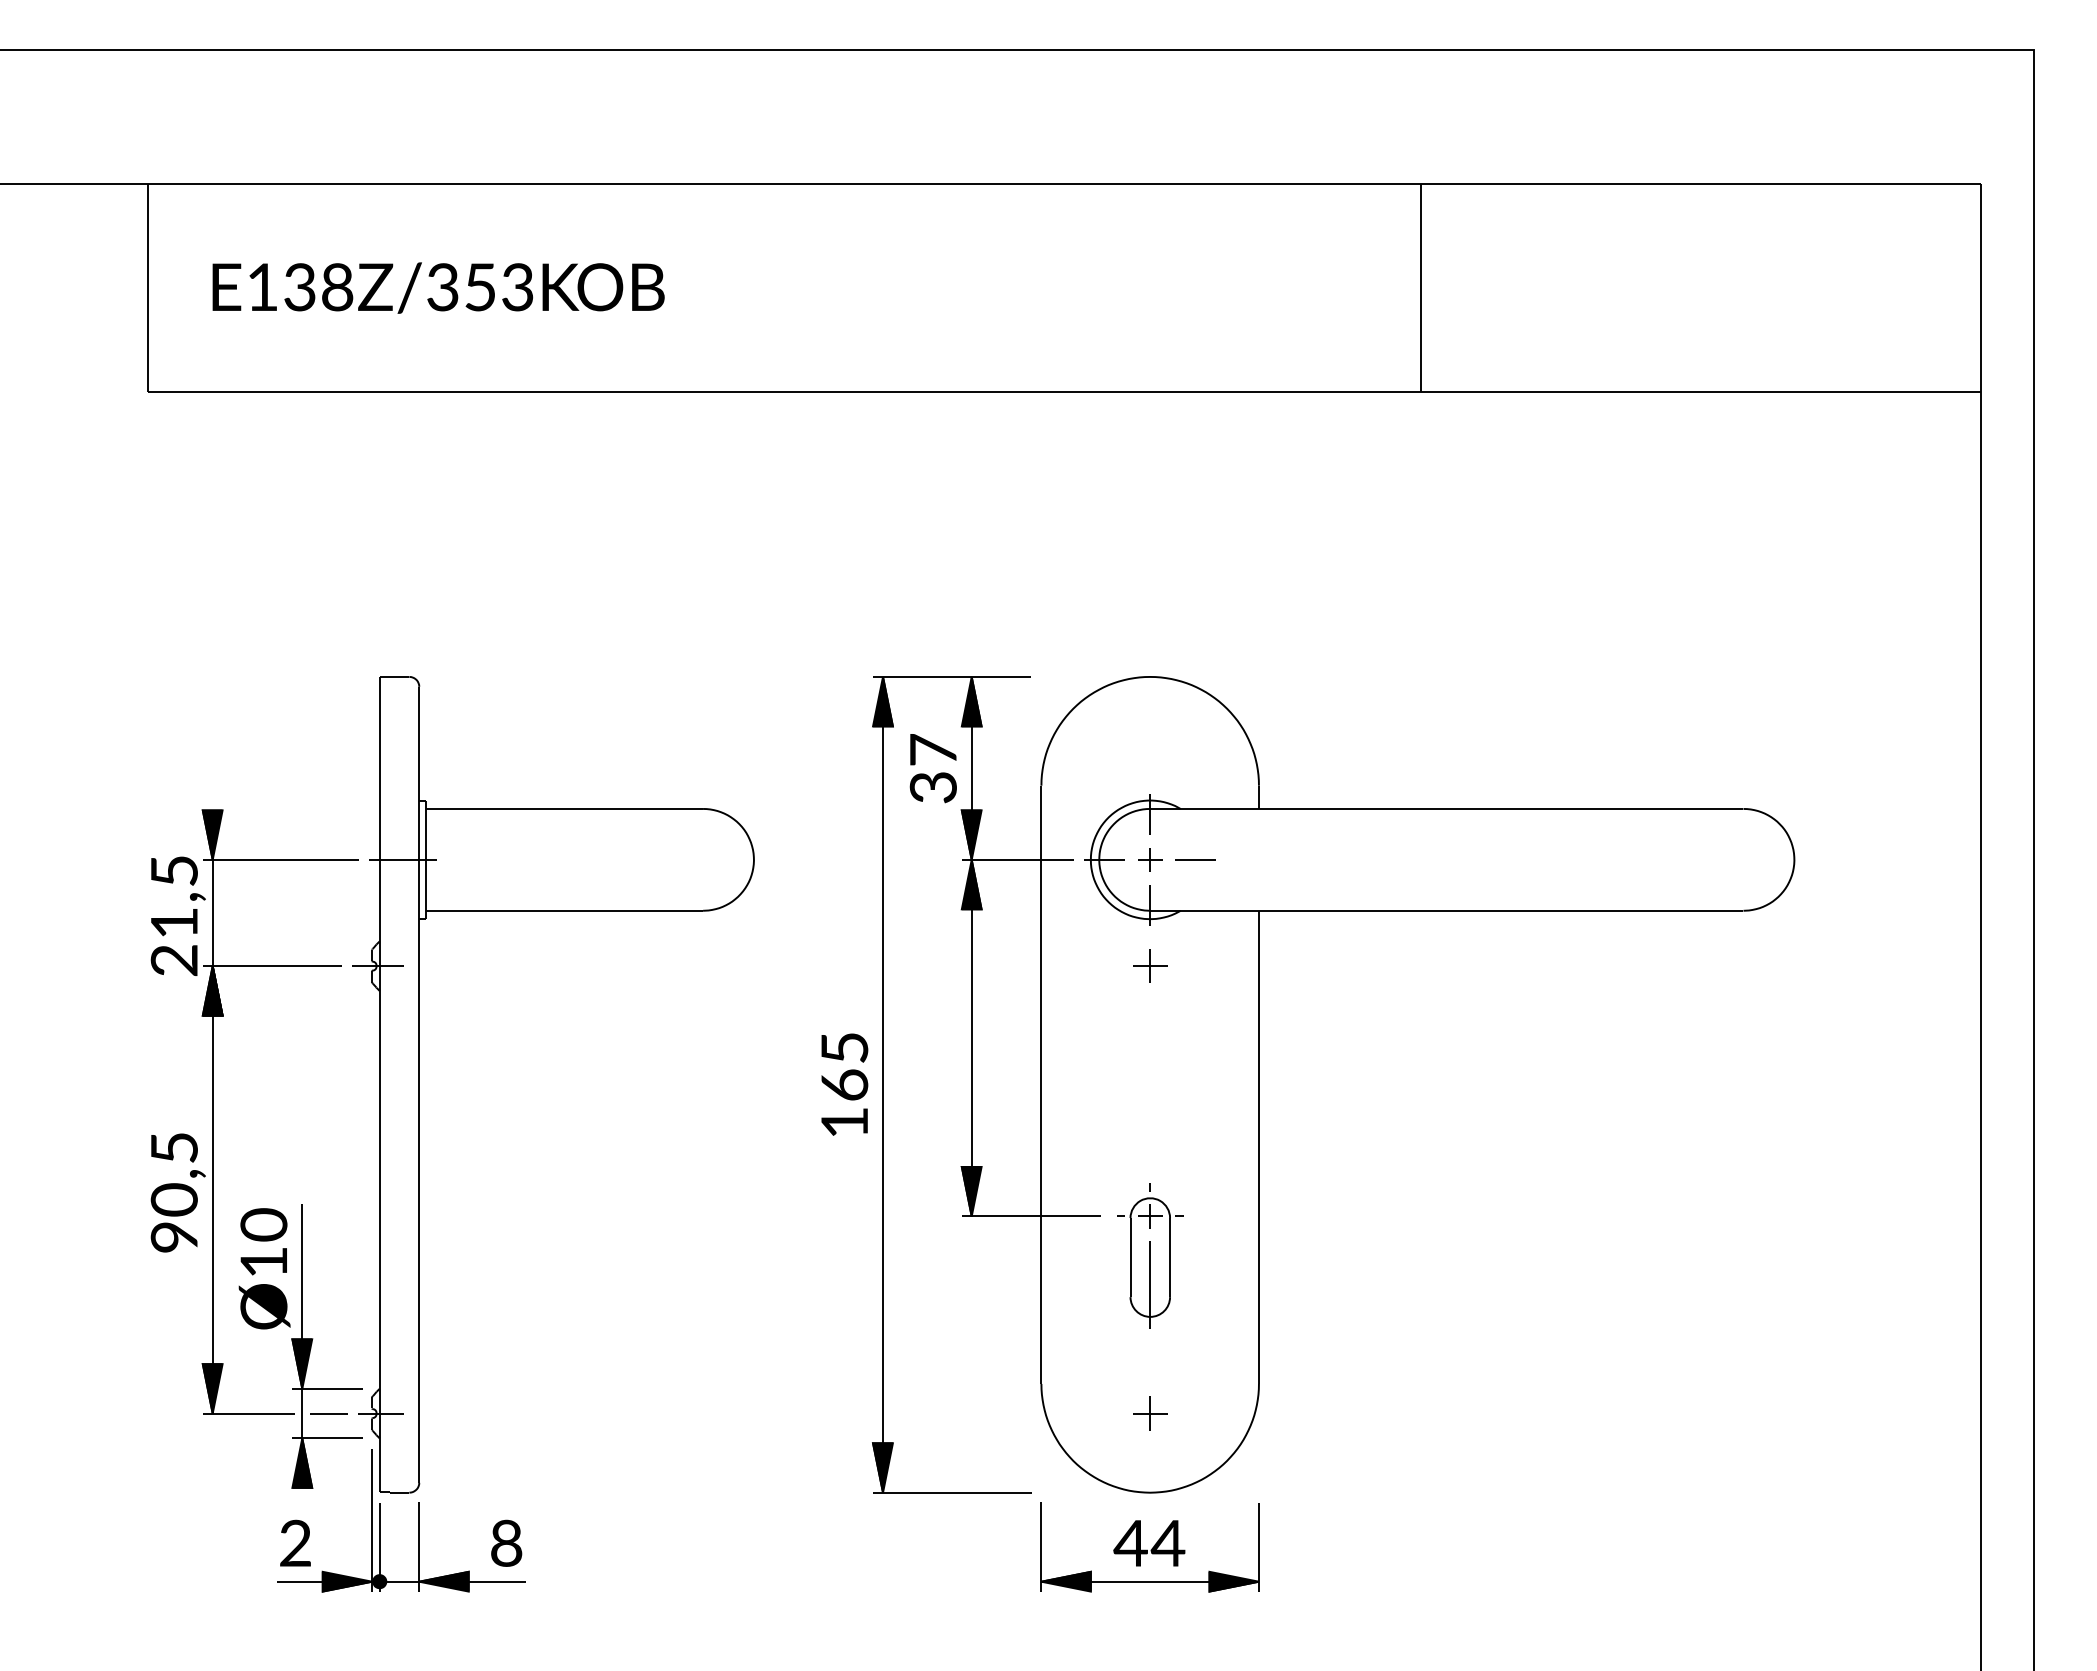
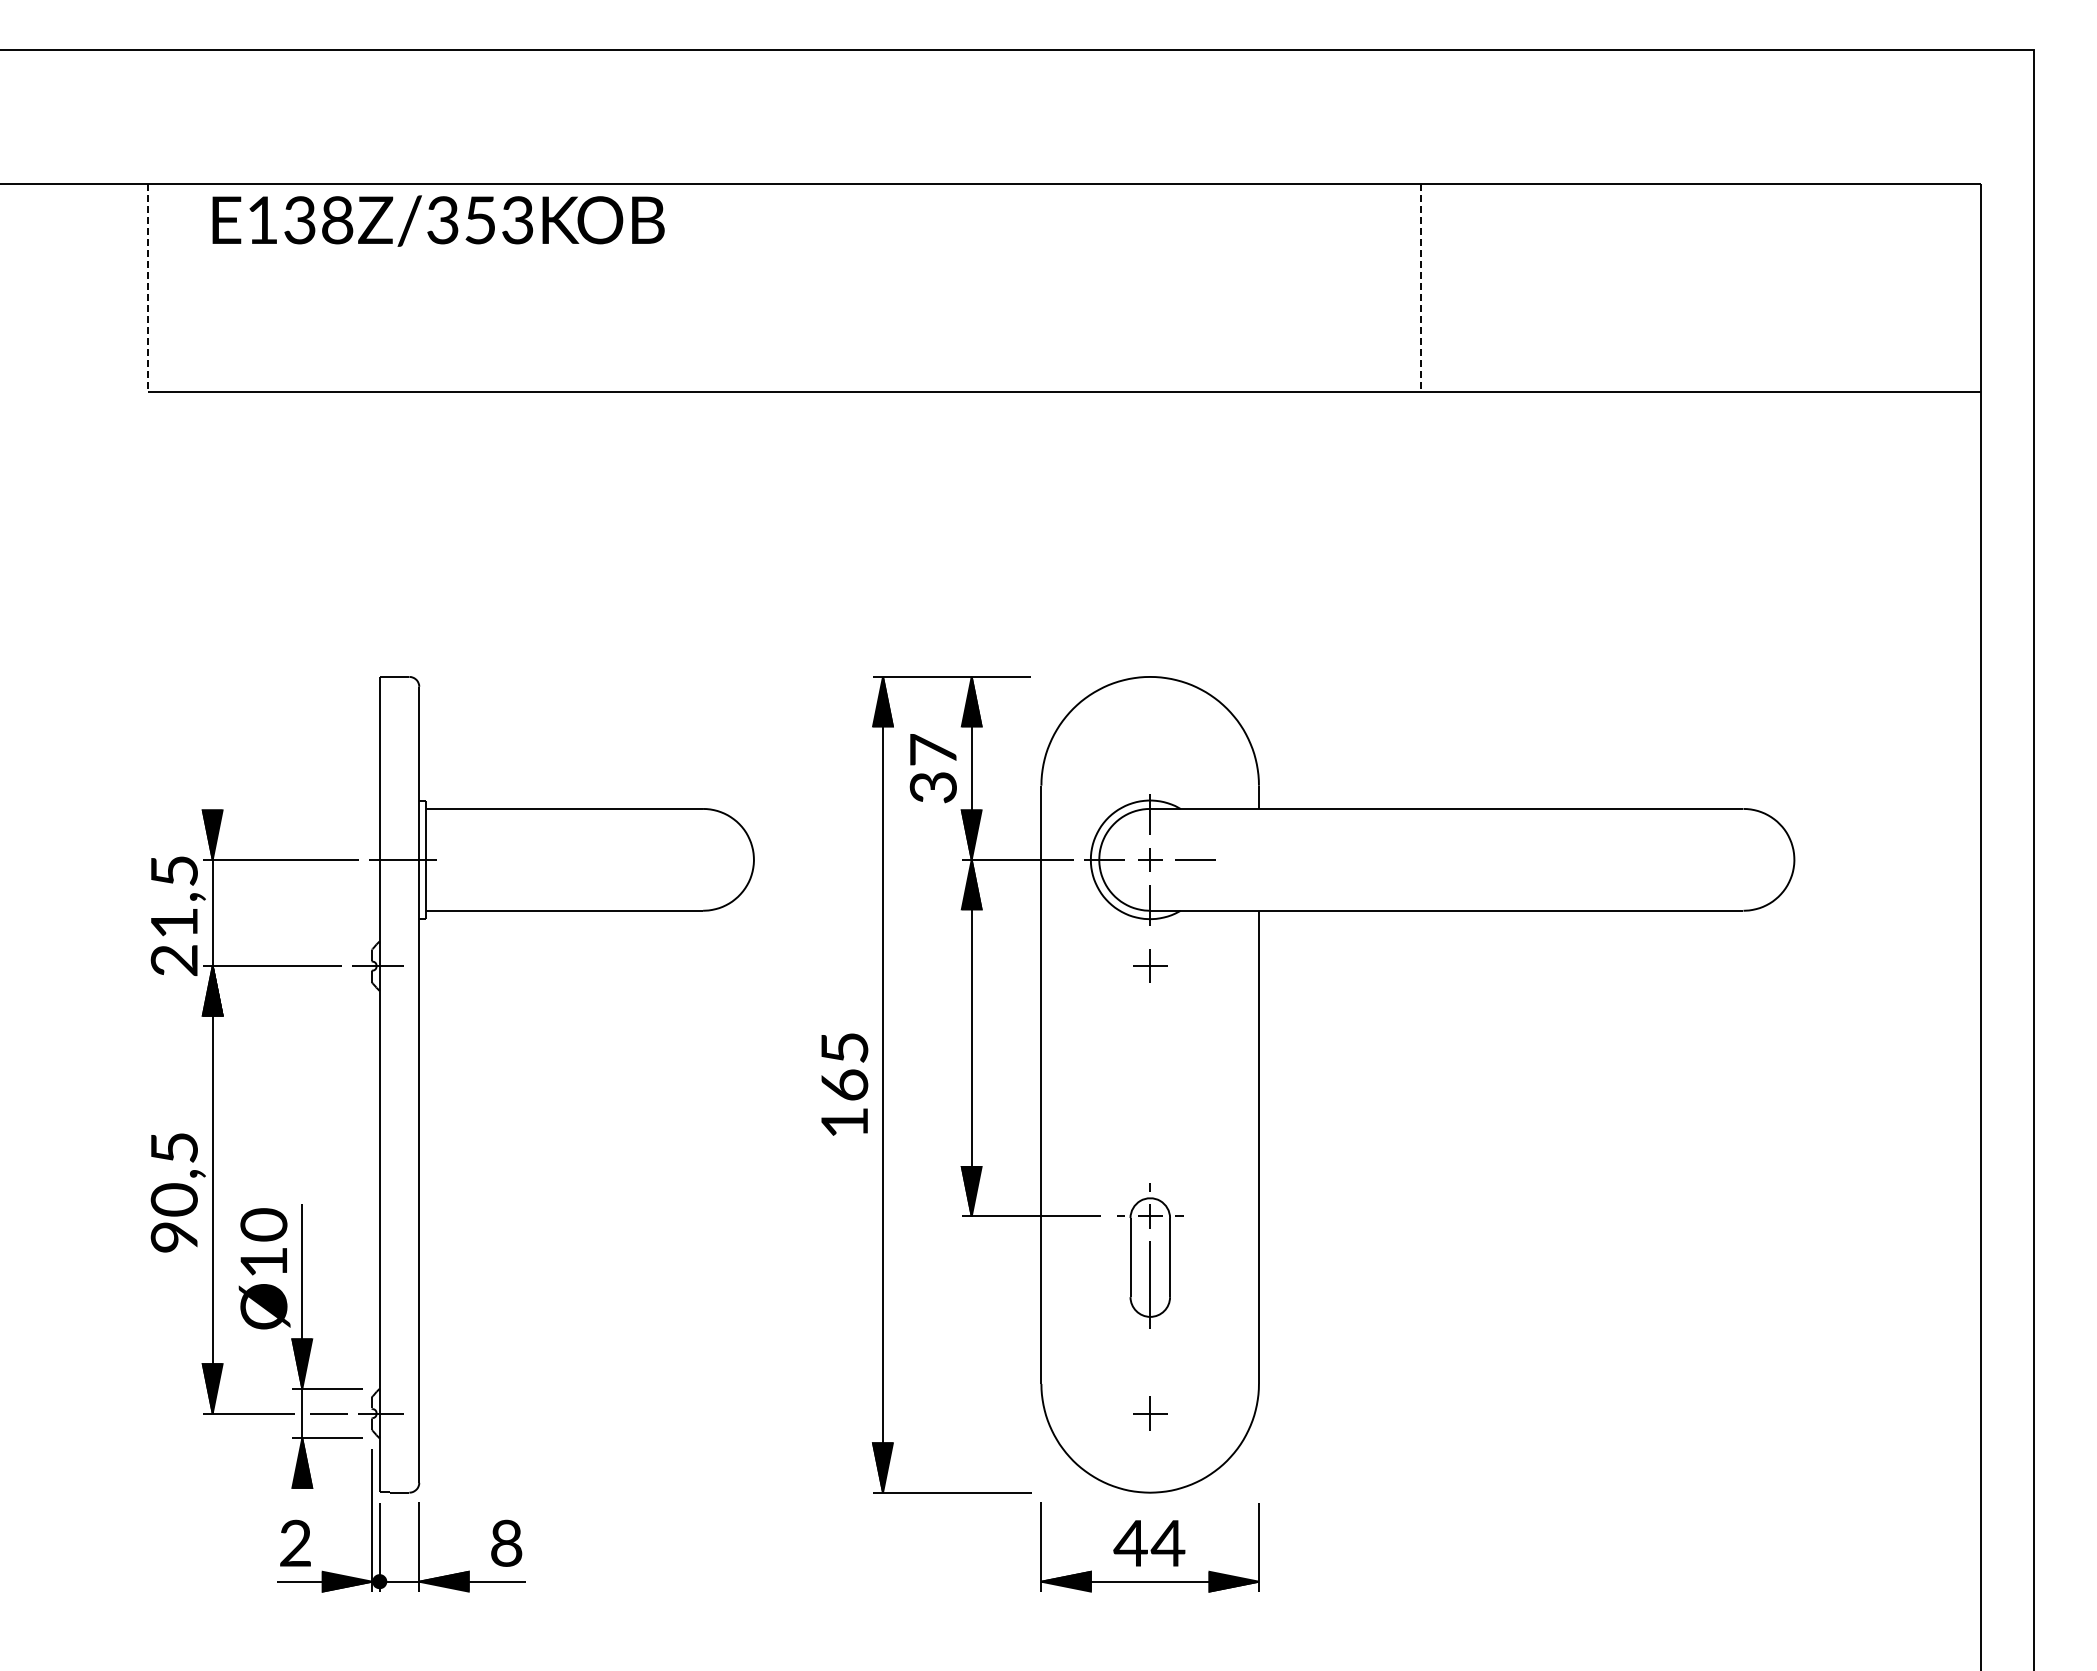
text at (438, 287) position: (438, 287) -> (438, 220)
line at (1421, 287): solid -> dashed
line at (147, 288): solid -> dashed
